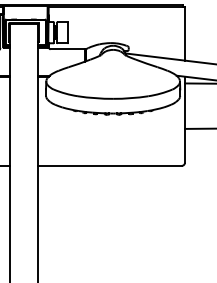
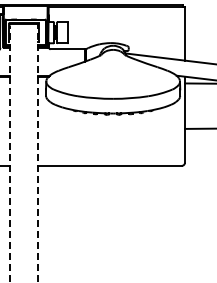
line at (9, 153): solid -> dashed
line at (38, 154): solid -> dashed
